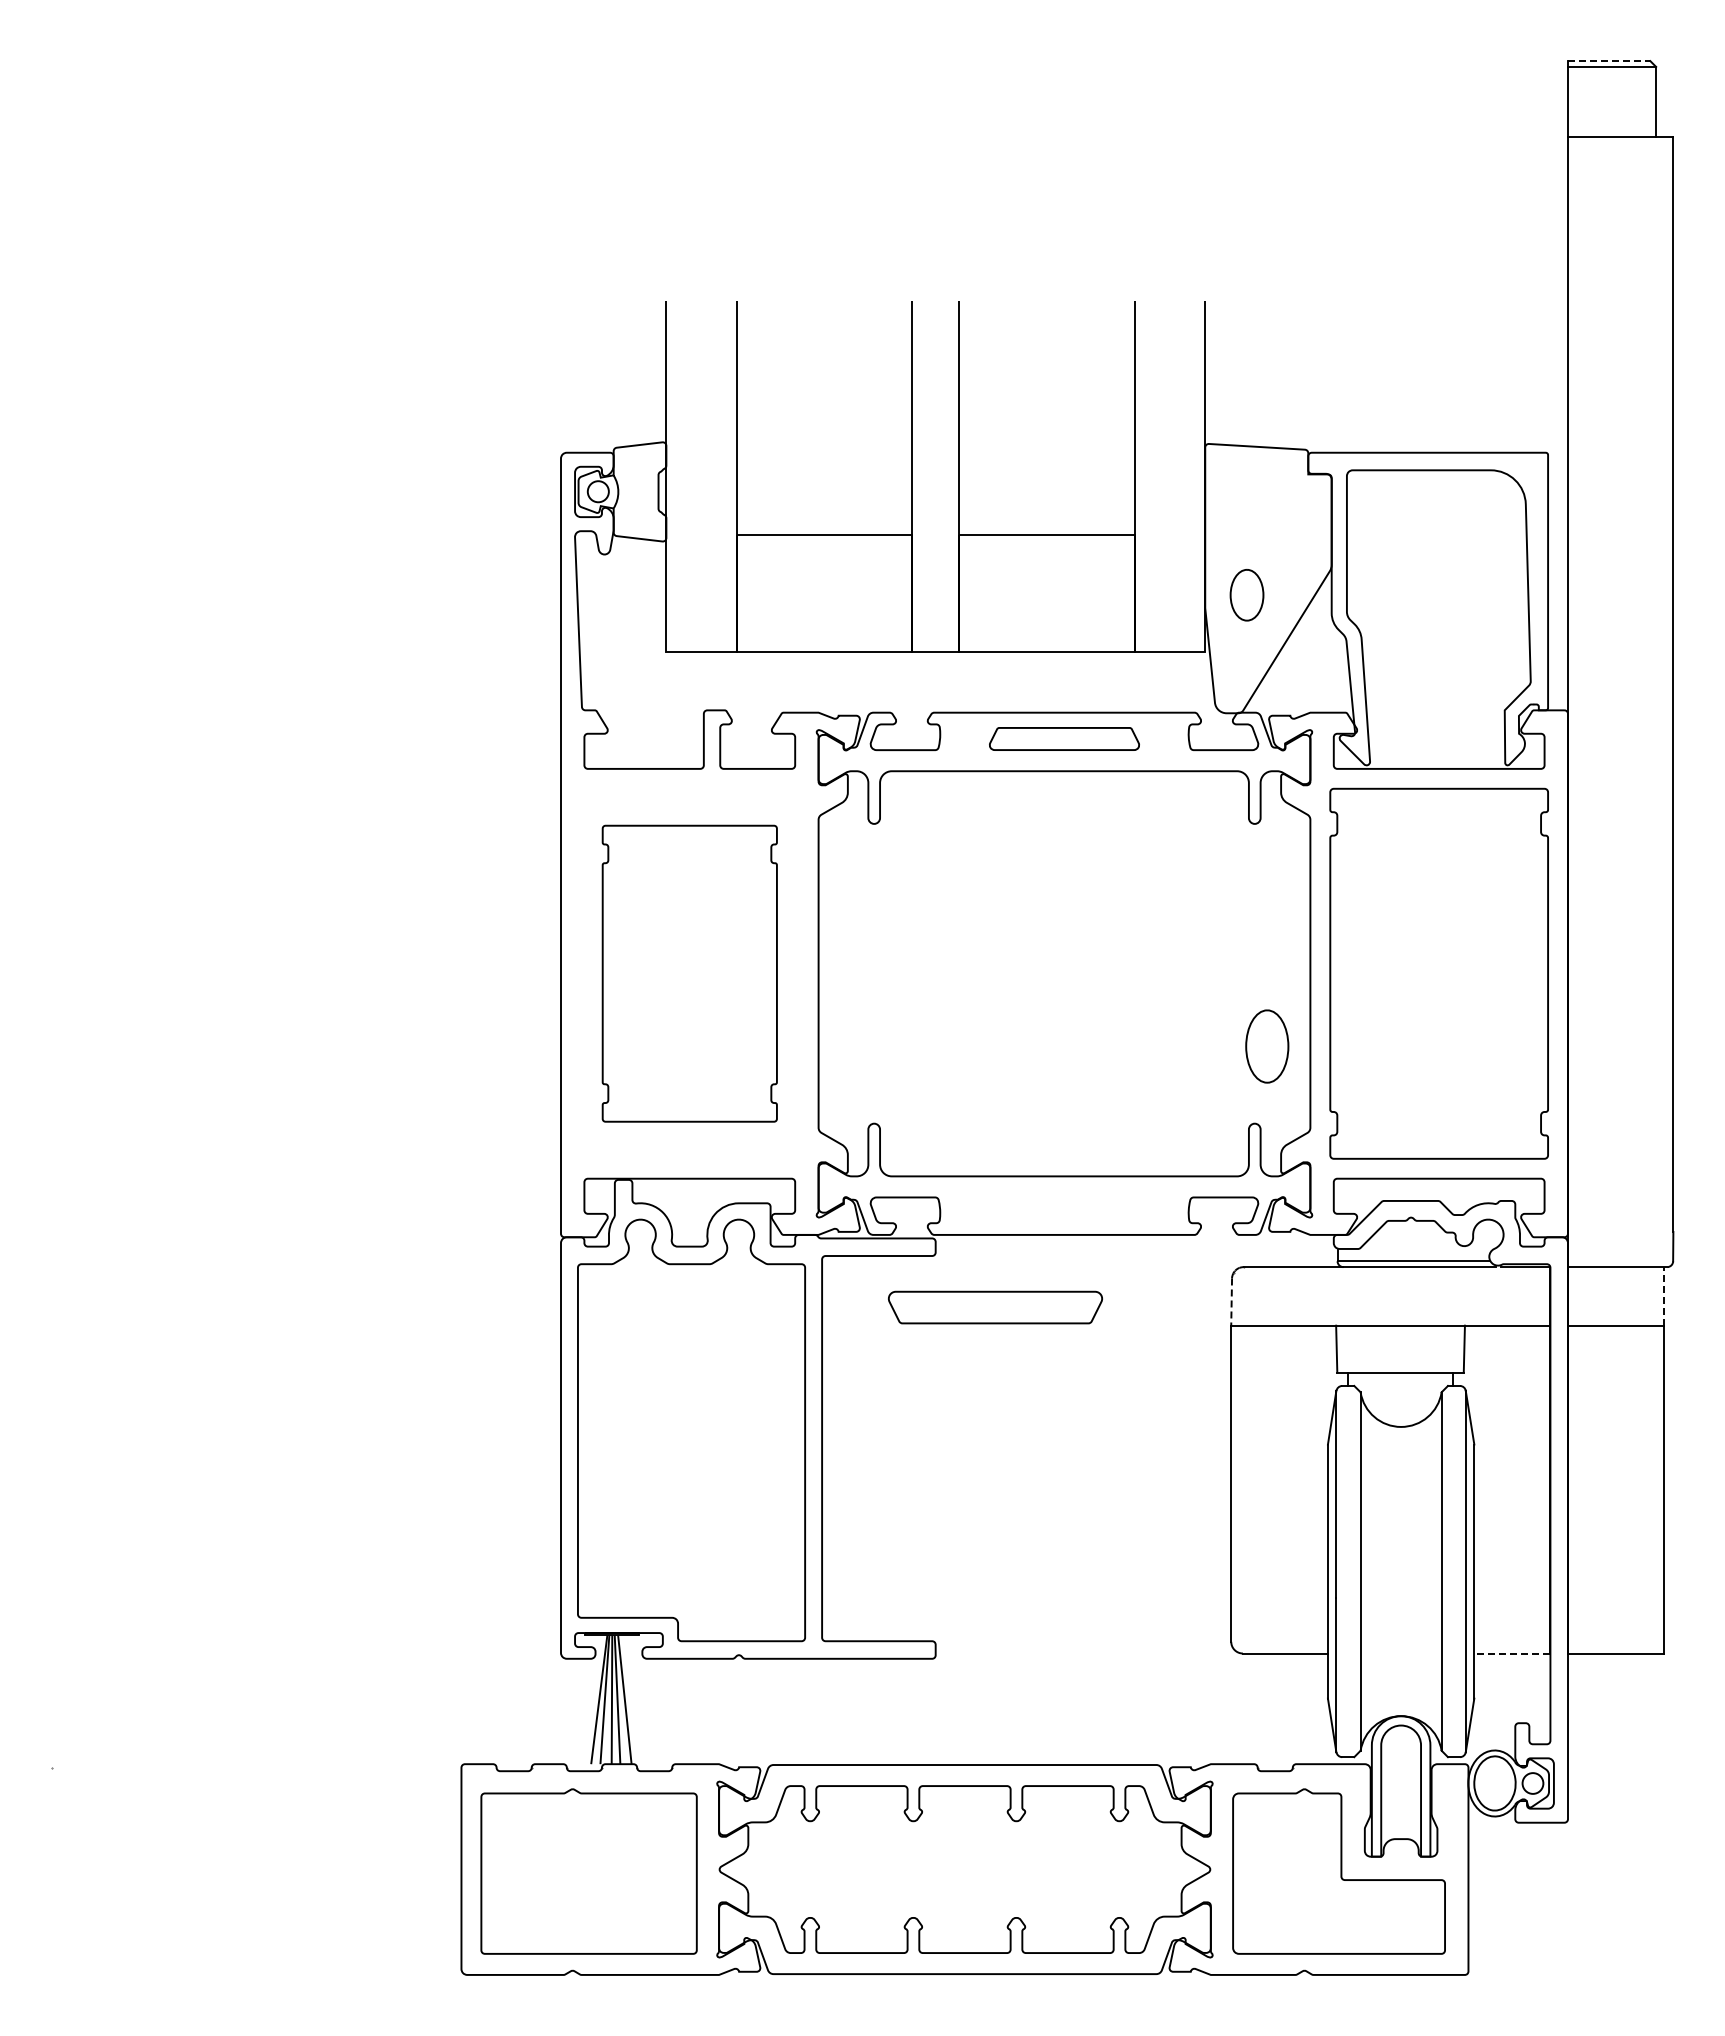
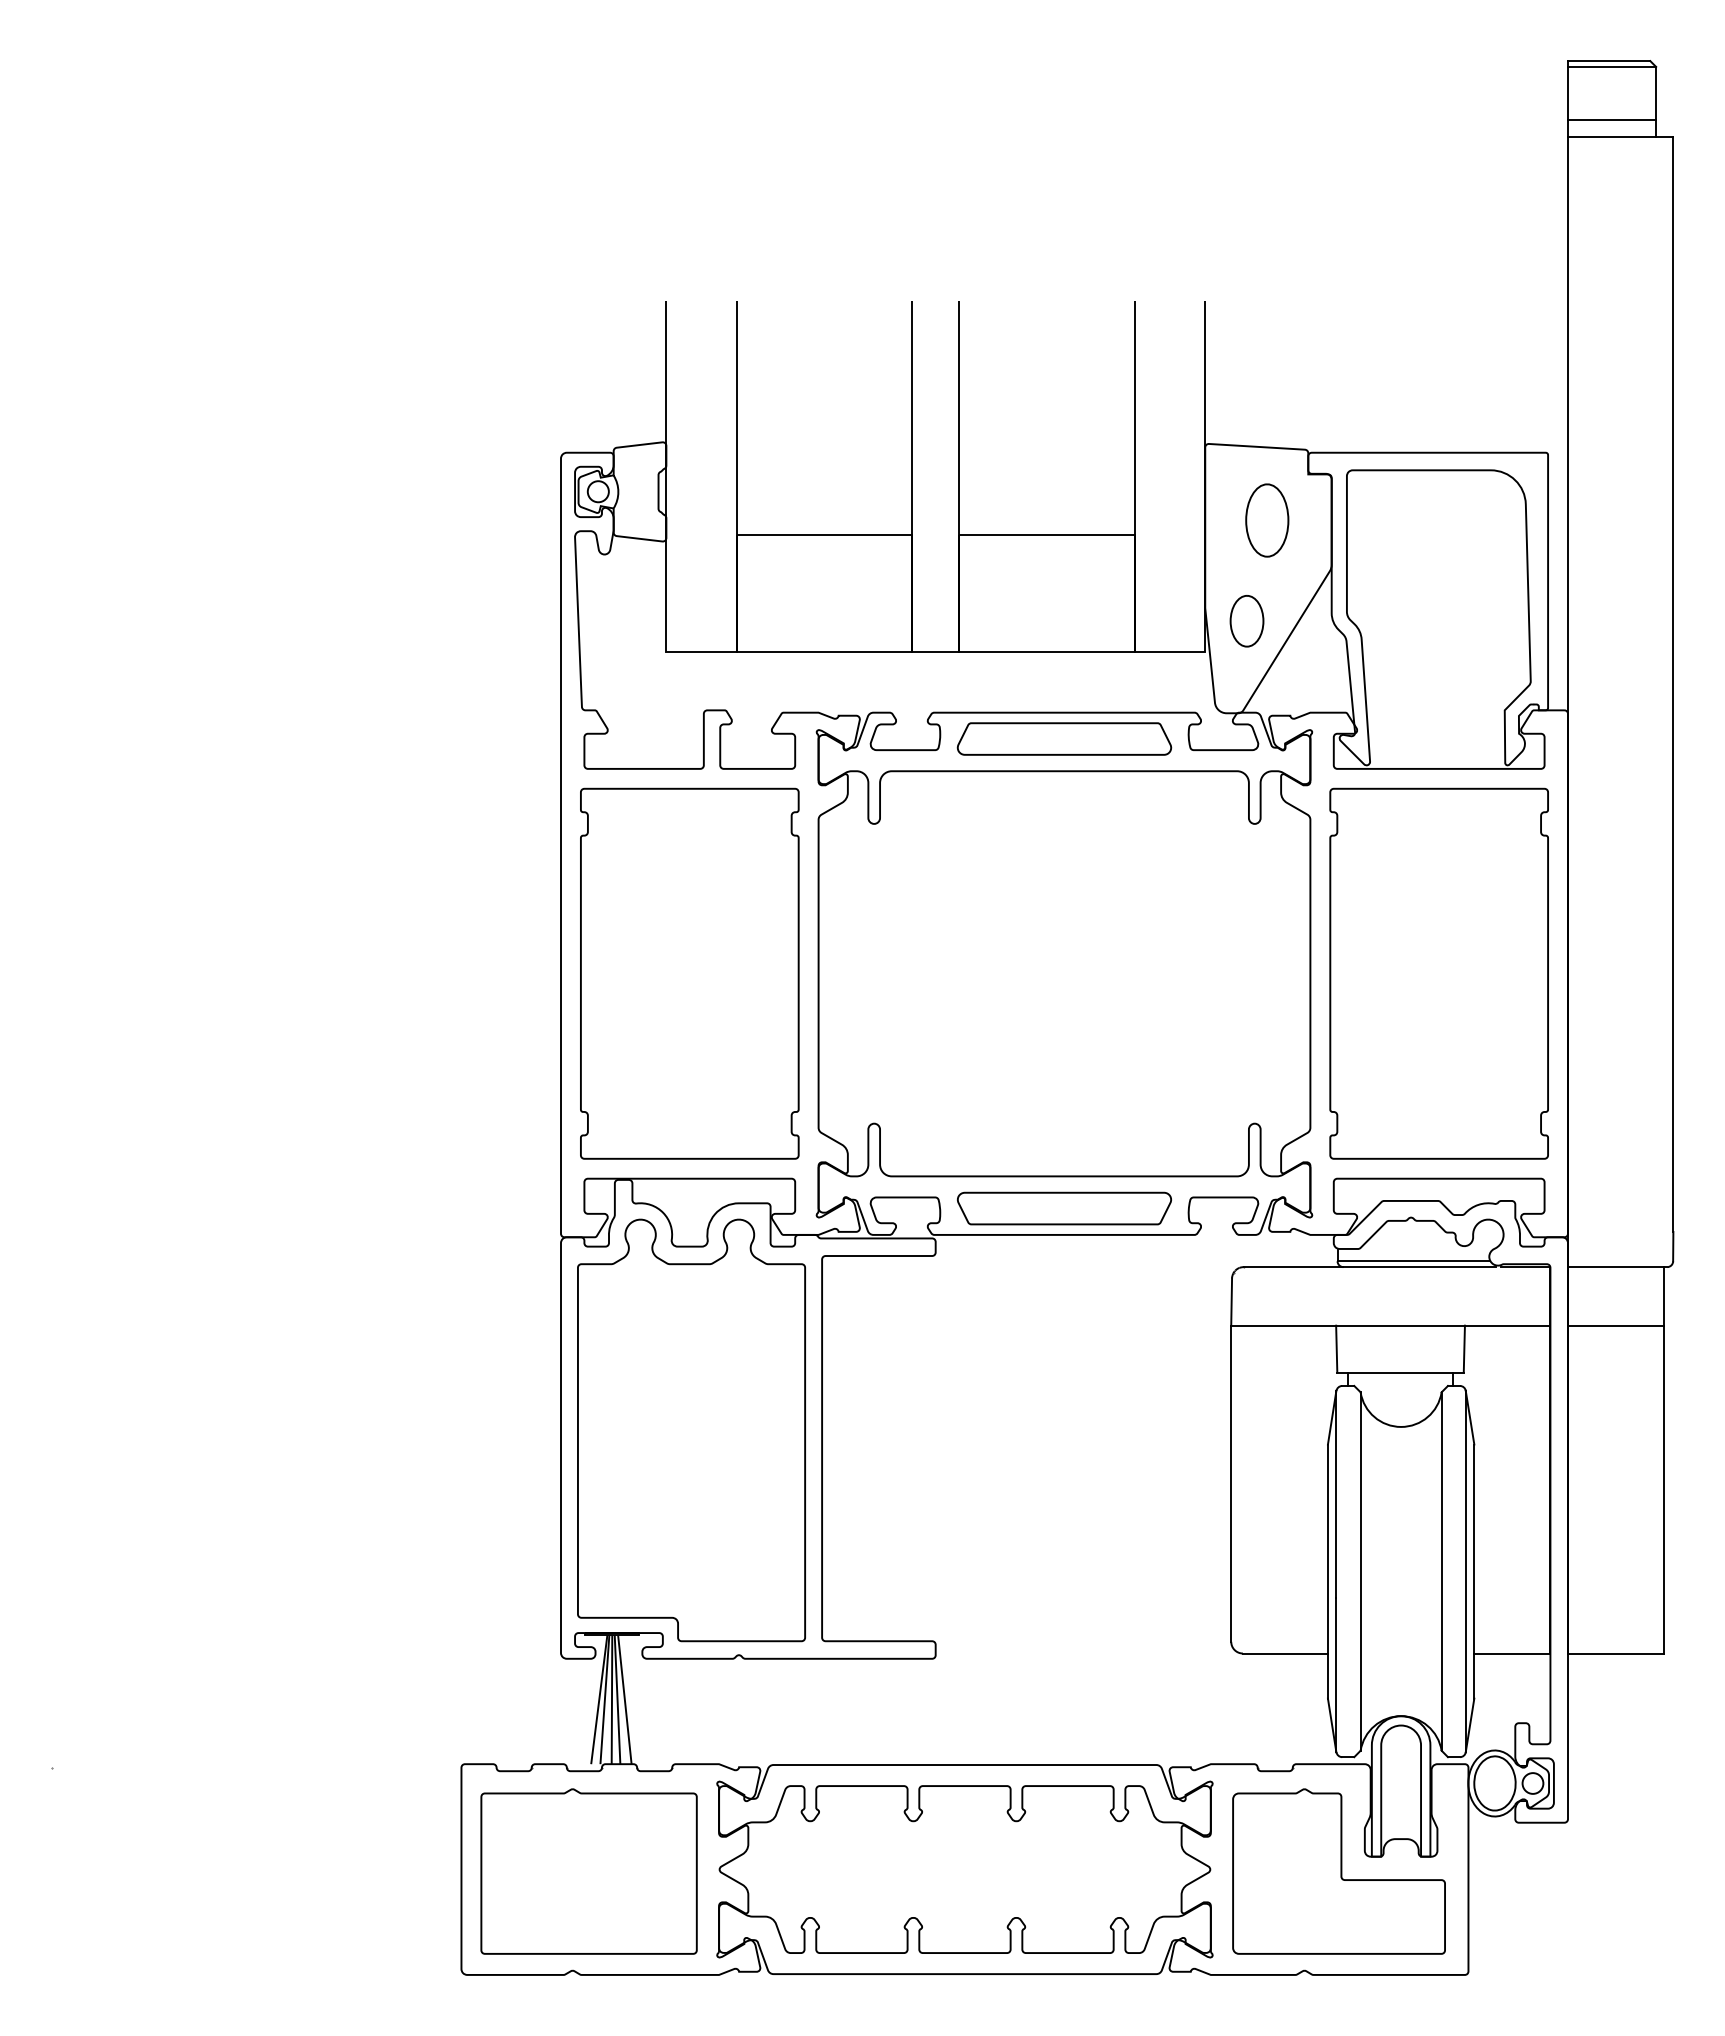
line at (1609, 61): dashed -> solid
line at (1611, 119): none -> present
part at (1246, 595) position: (1246, 595) -> (1246, 621)
part at (1064, 738) size: 151x24 px -> 217x34 px
part at (689, 973) size: 177x299 px -> 220x373 px
part at (1267, 1046) position: (1267, 1046) -> (1267, 520)
line at (1664, 1295): dashed -> solid
line at (1231, 1302): dashed -> solid
part at (995, 1307) position: (995, 1307) -> (1064, 1208)
line at (1511, 1653): dashed -> solid
